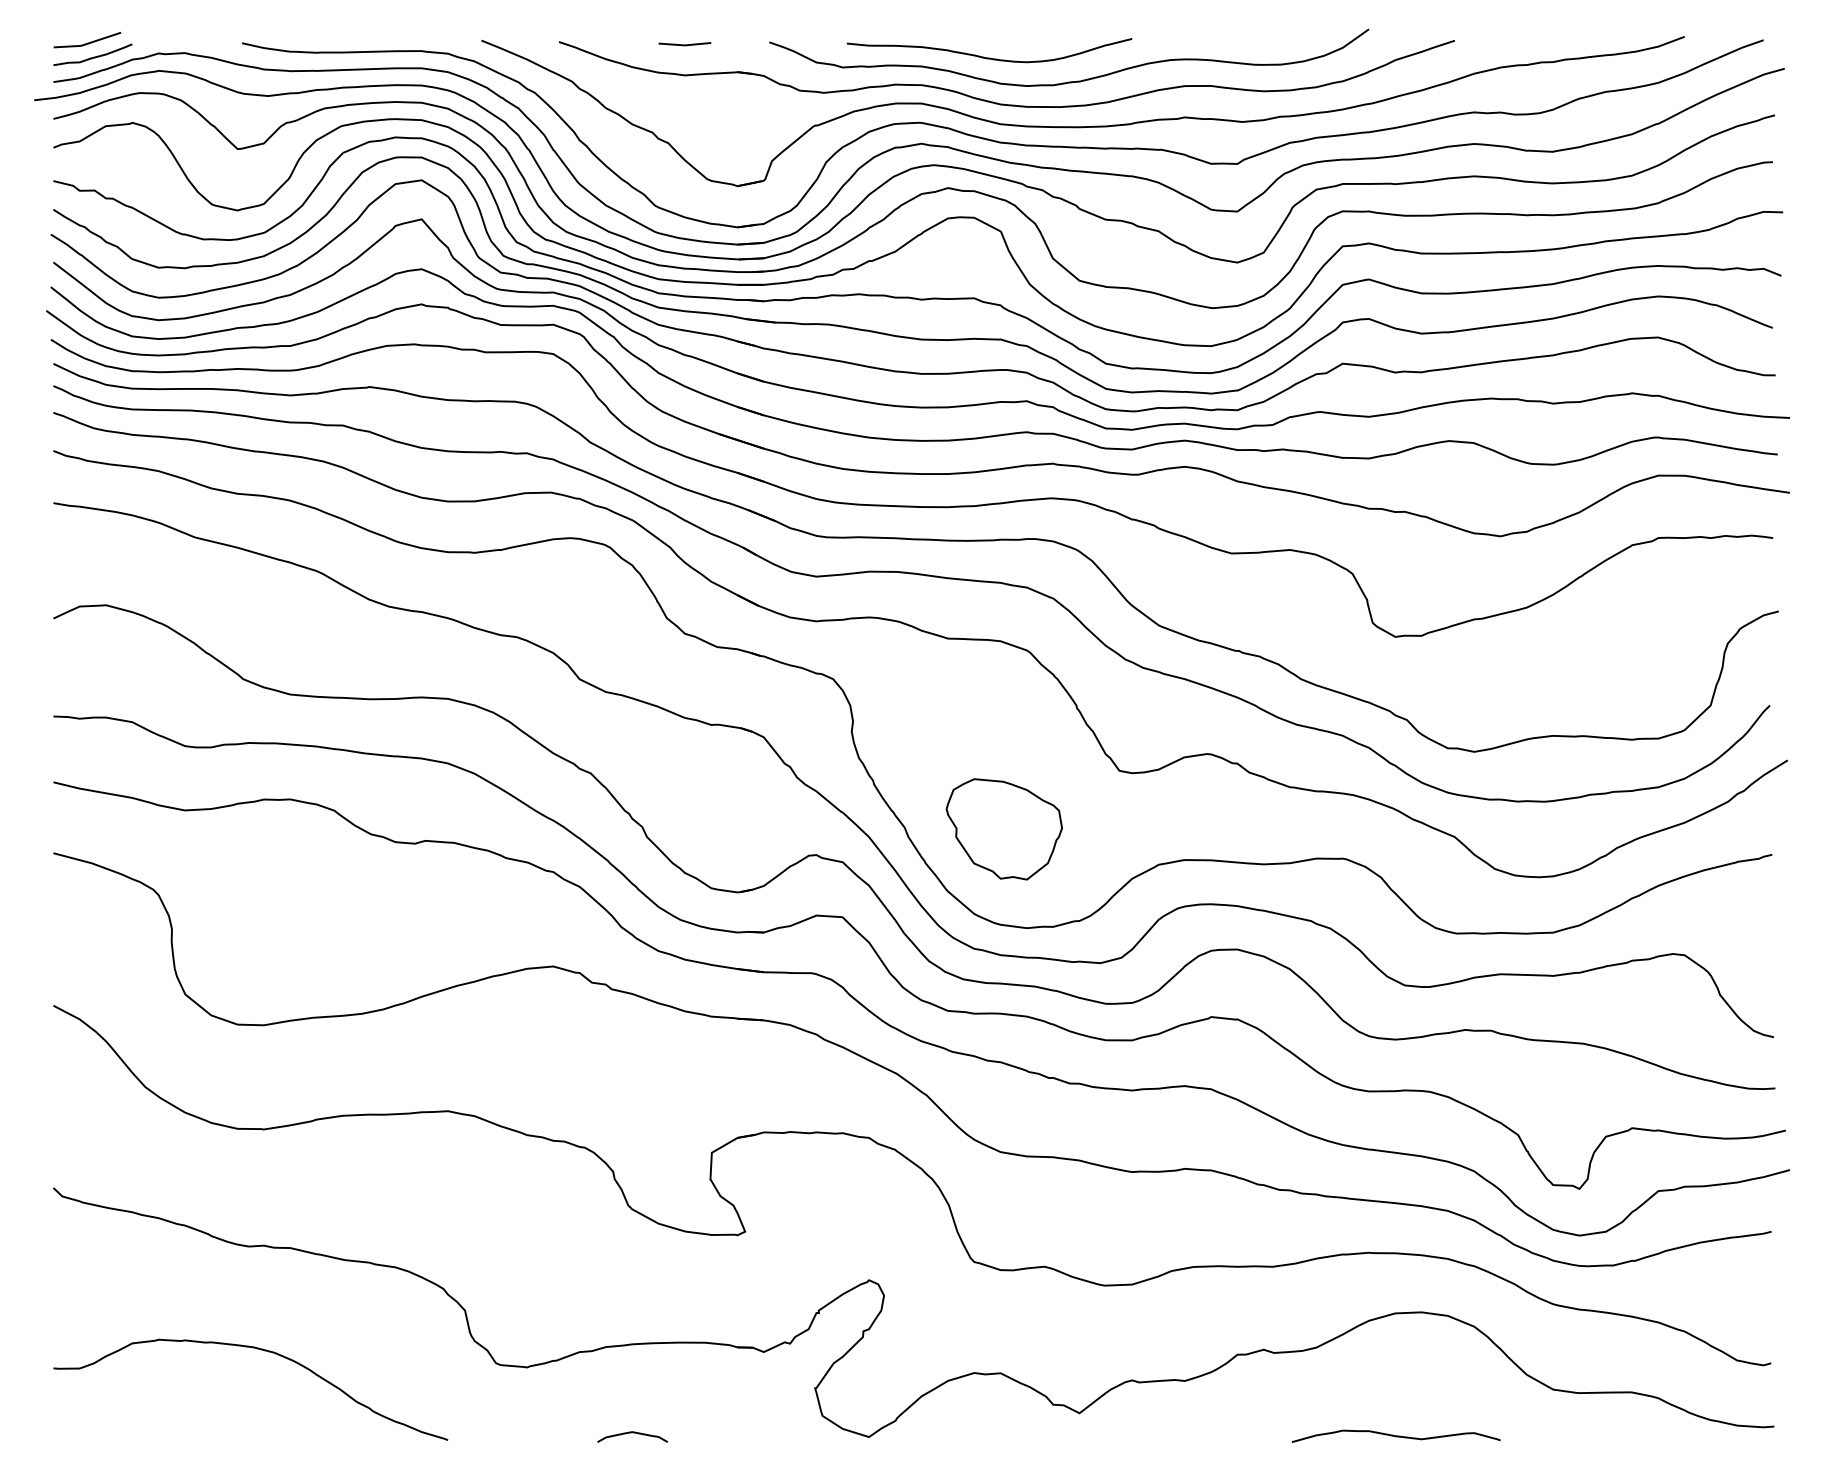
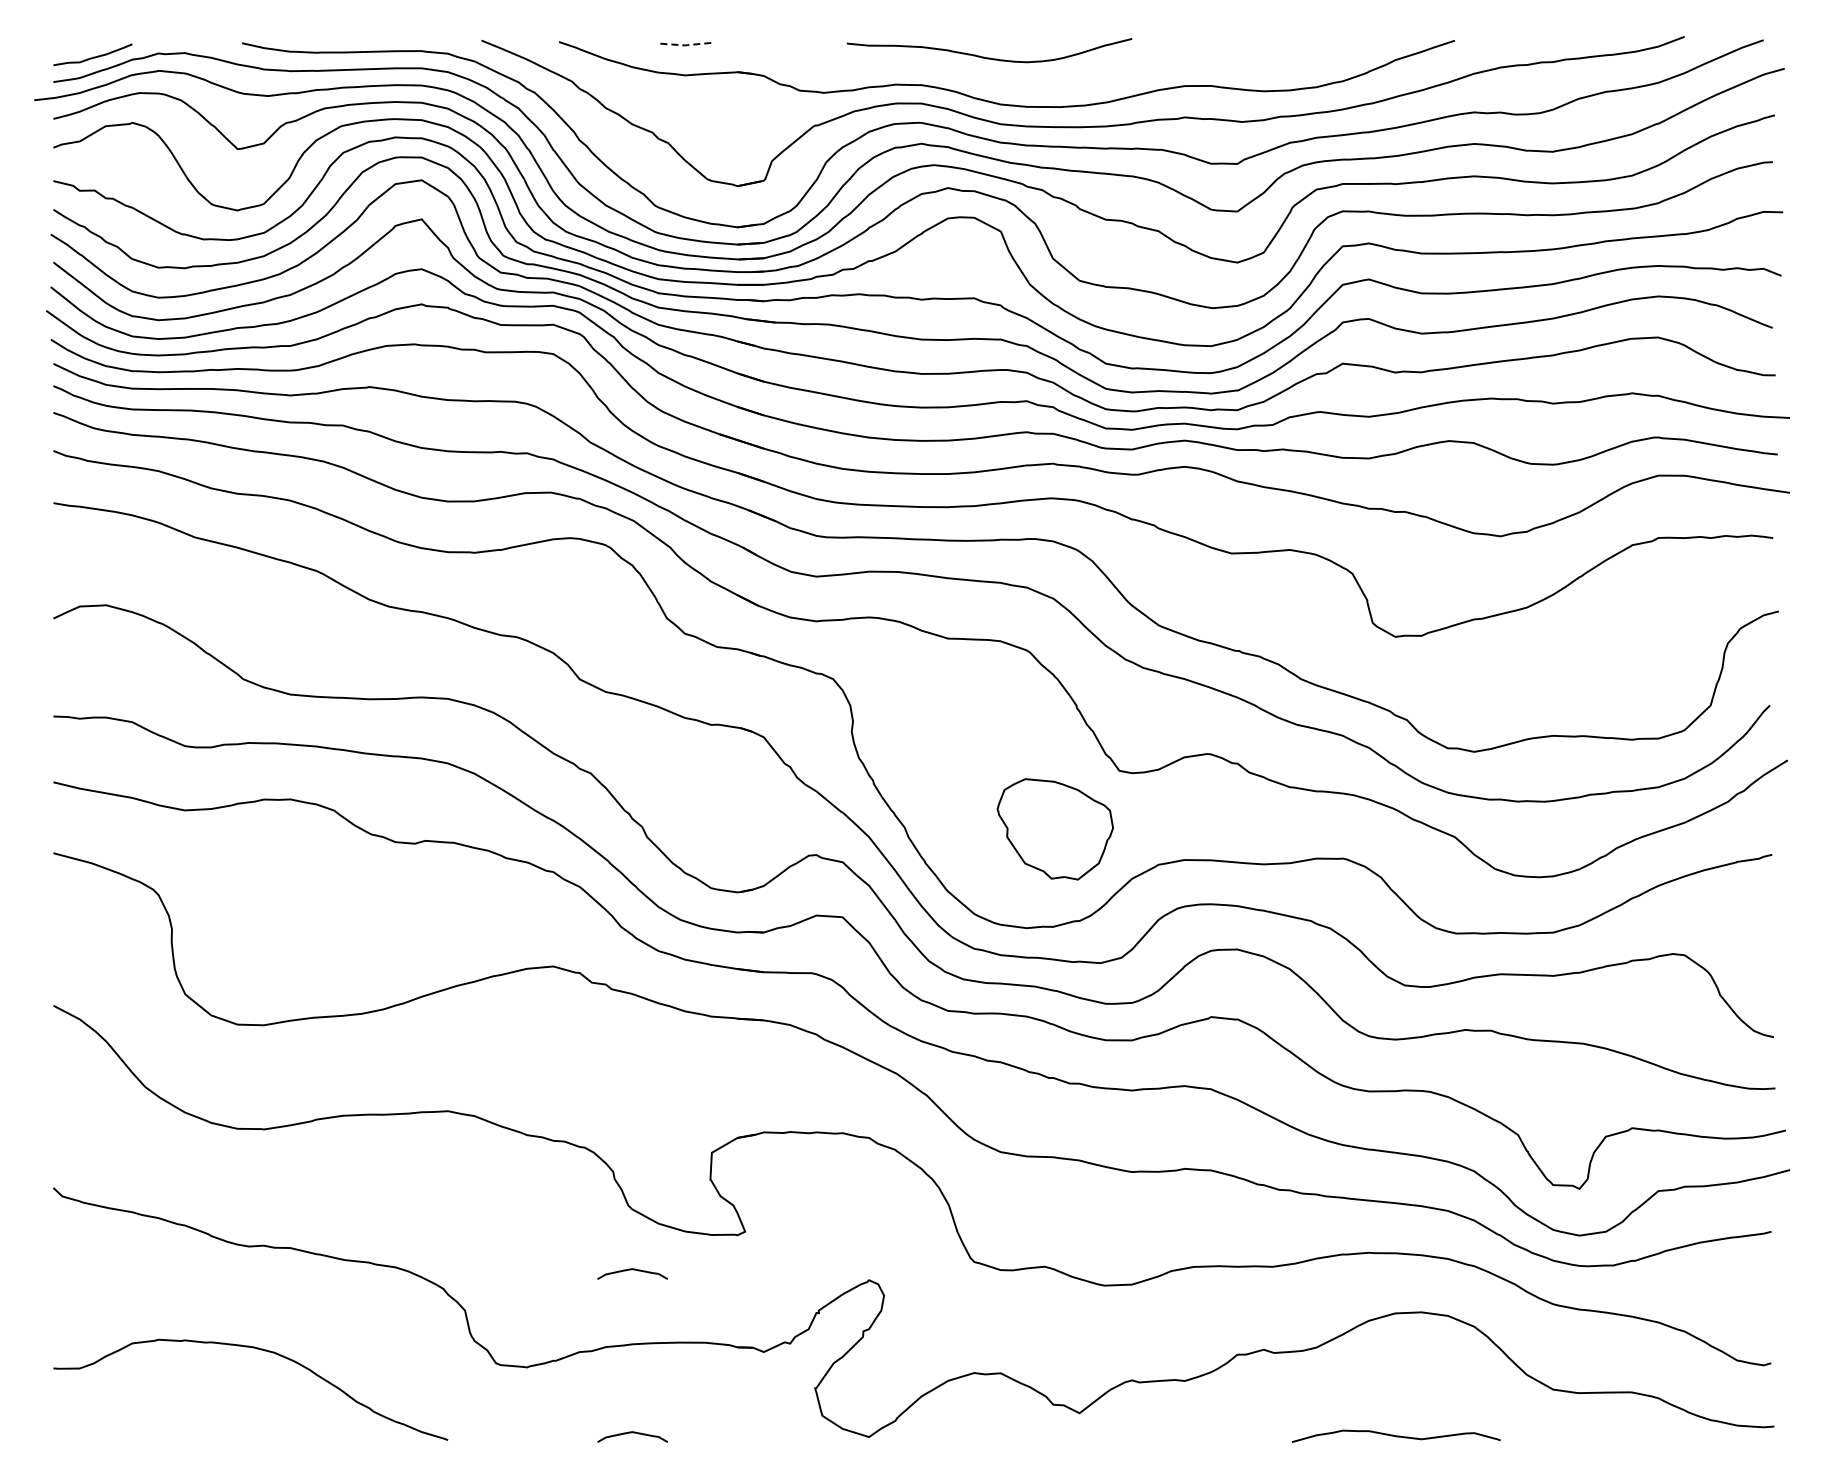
line at (87, 42): present -> none
line at (684, 45): solid -> dashed
curve at (1069, 81): present -> none
part at (1003, 829) position: (1003, 829) -> (1054, 829)
curve at (631, 1270): none -> present
